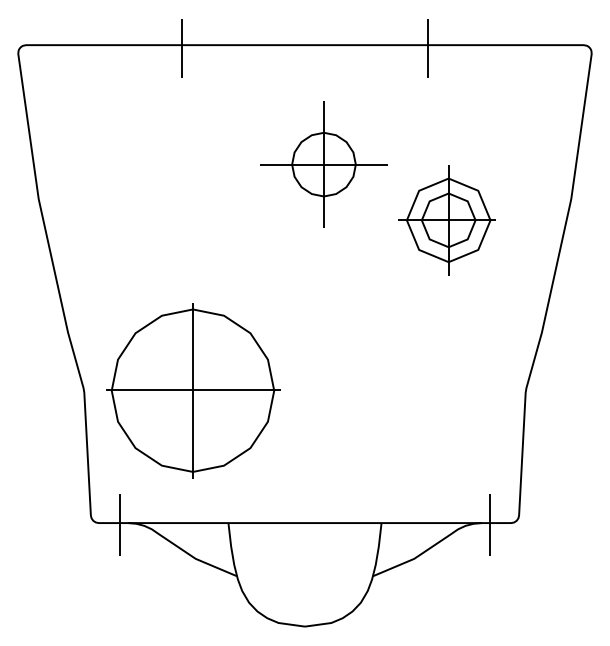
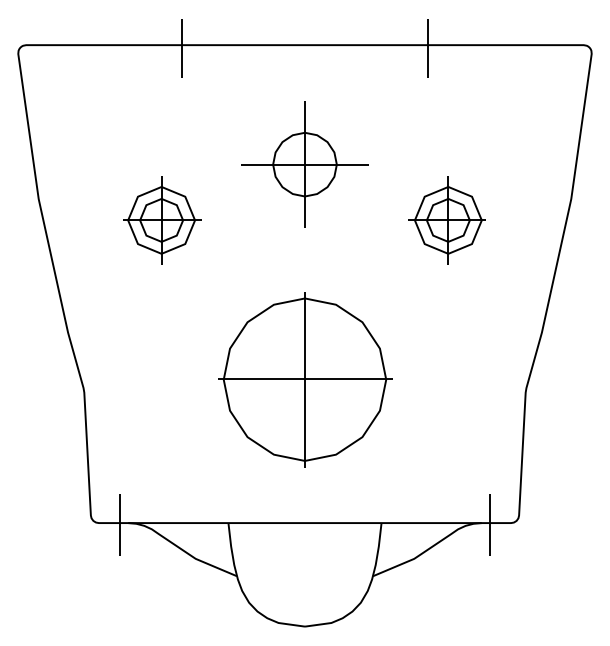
part at (323, 164) position: (323, 164) -> (304, 164)
part at (162, 220): none -> present
part at (446, 220) size: 98x111 px -> 78x89 px
part at (193, 390) position: (193, 390) -> (305, 379)
